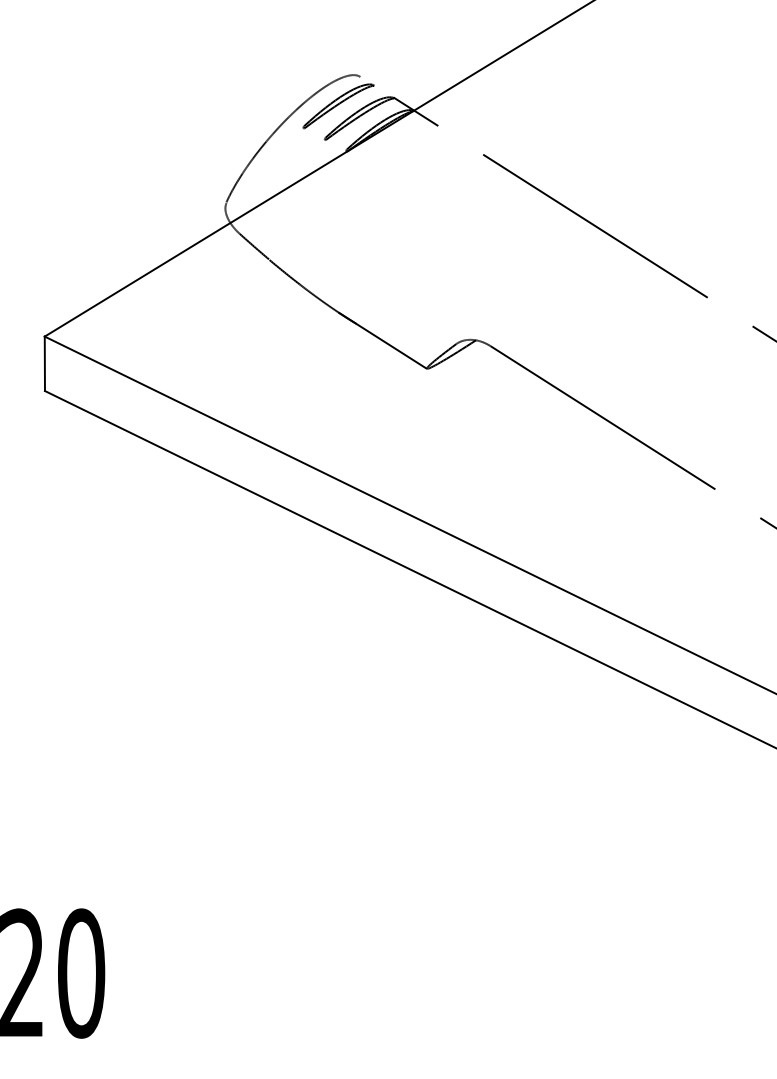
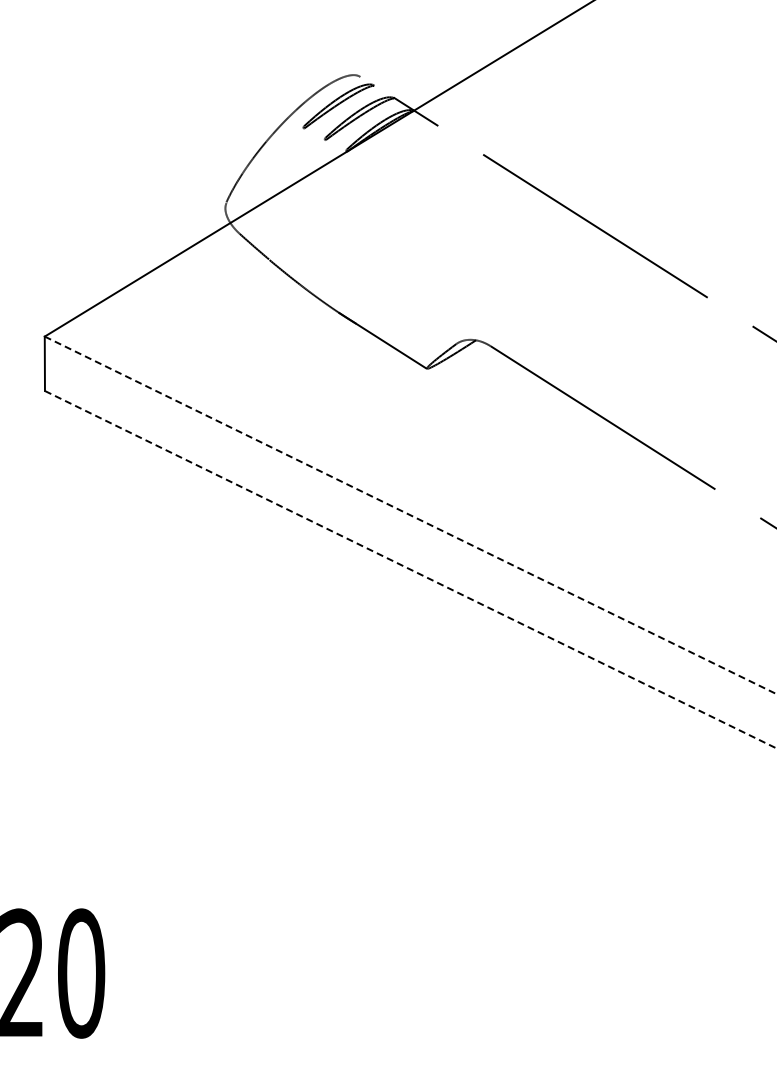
line at (410, 515): solid -> dashed
line at (410, 569): solid -> dashed
